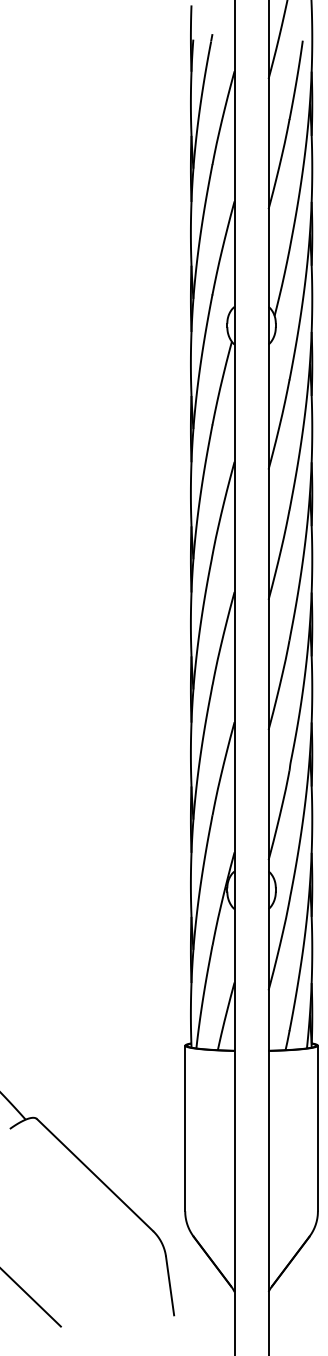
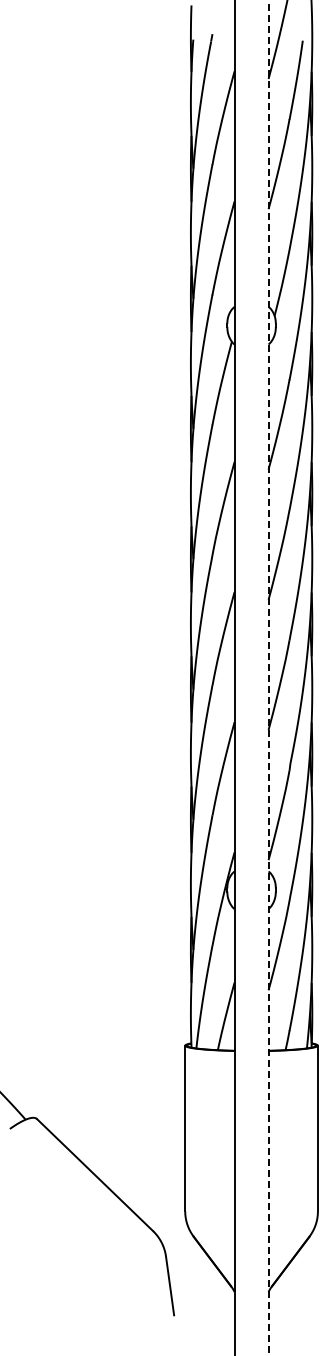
line at (268, 677): solid -> dashed
line at (31, 1298): present -> none
